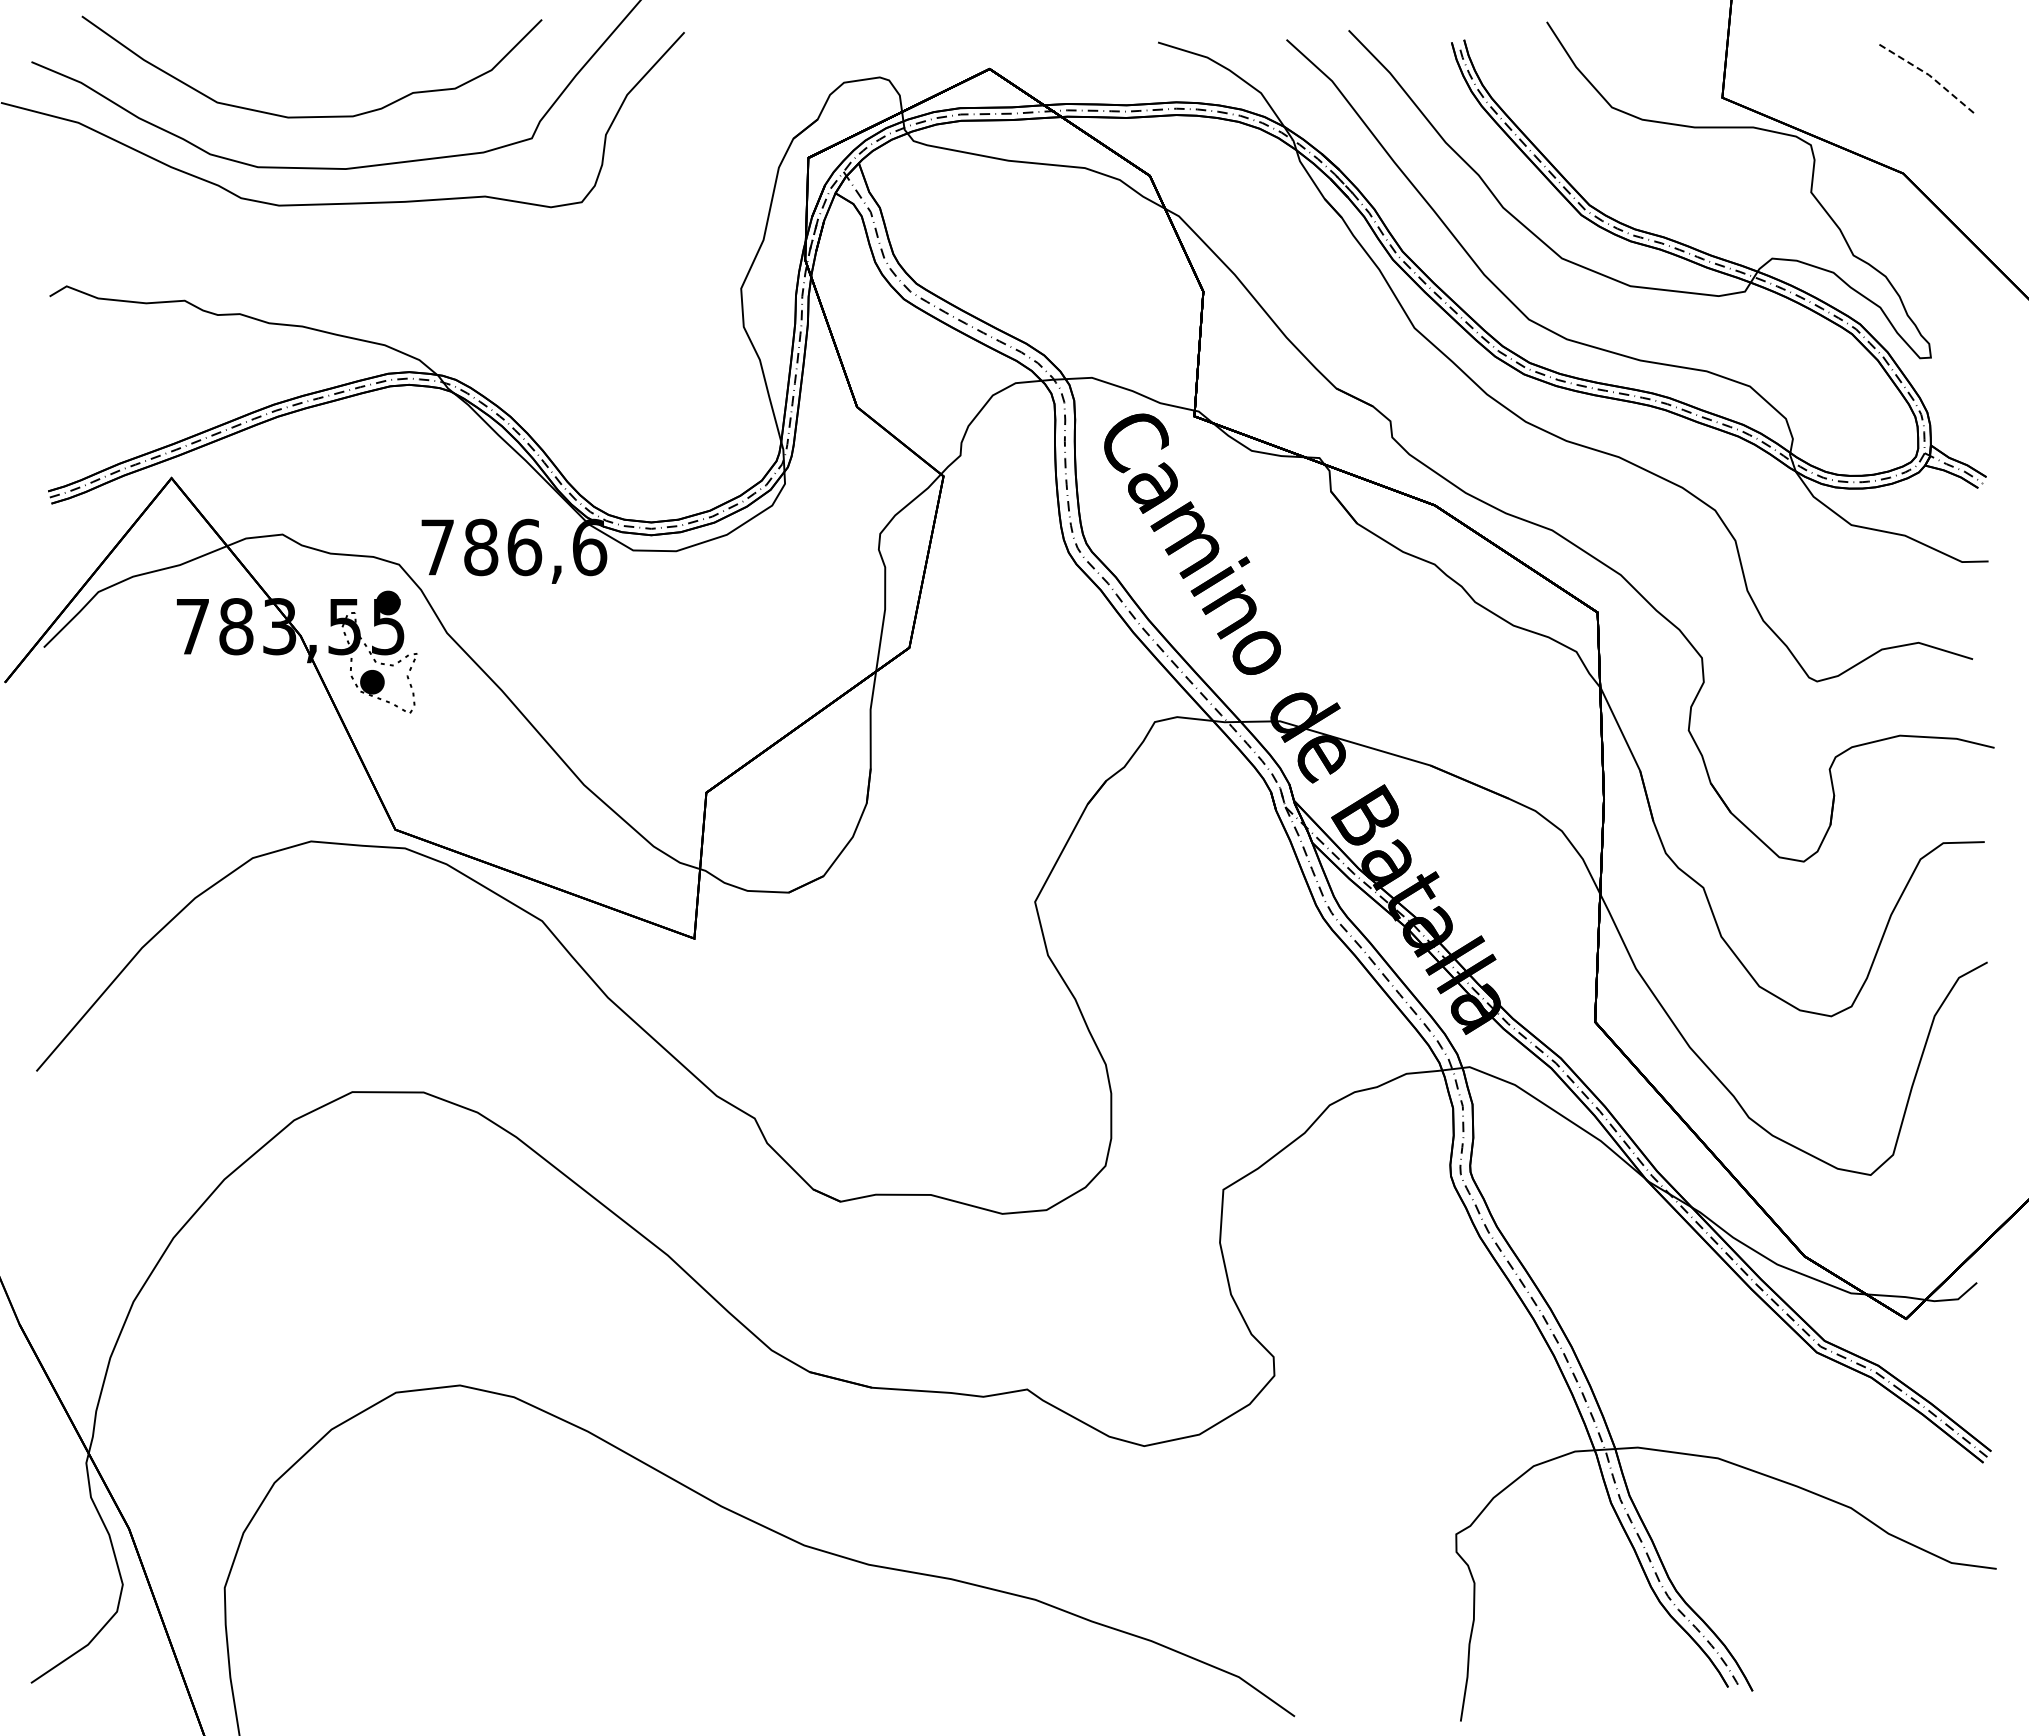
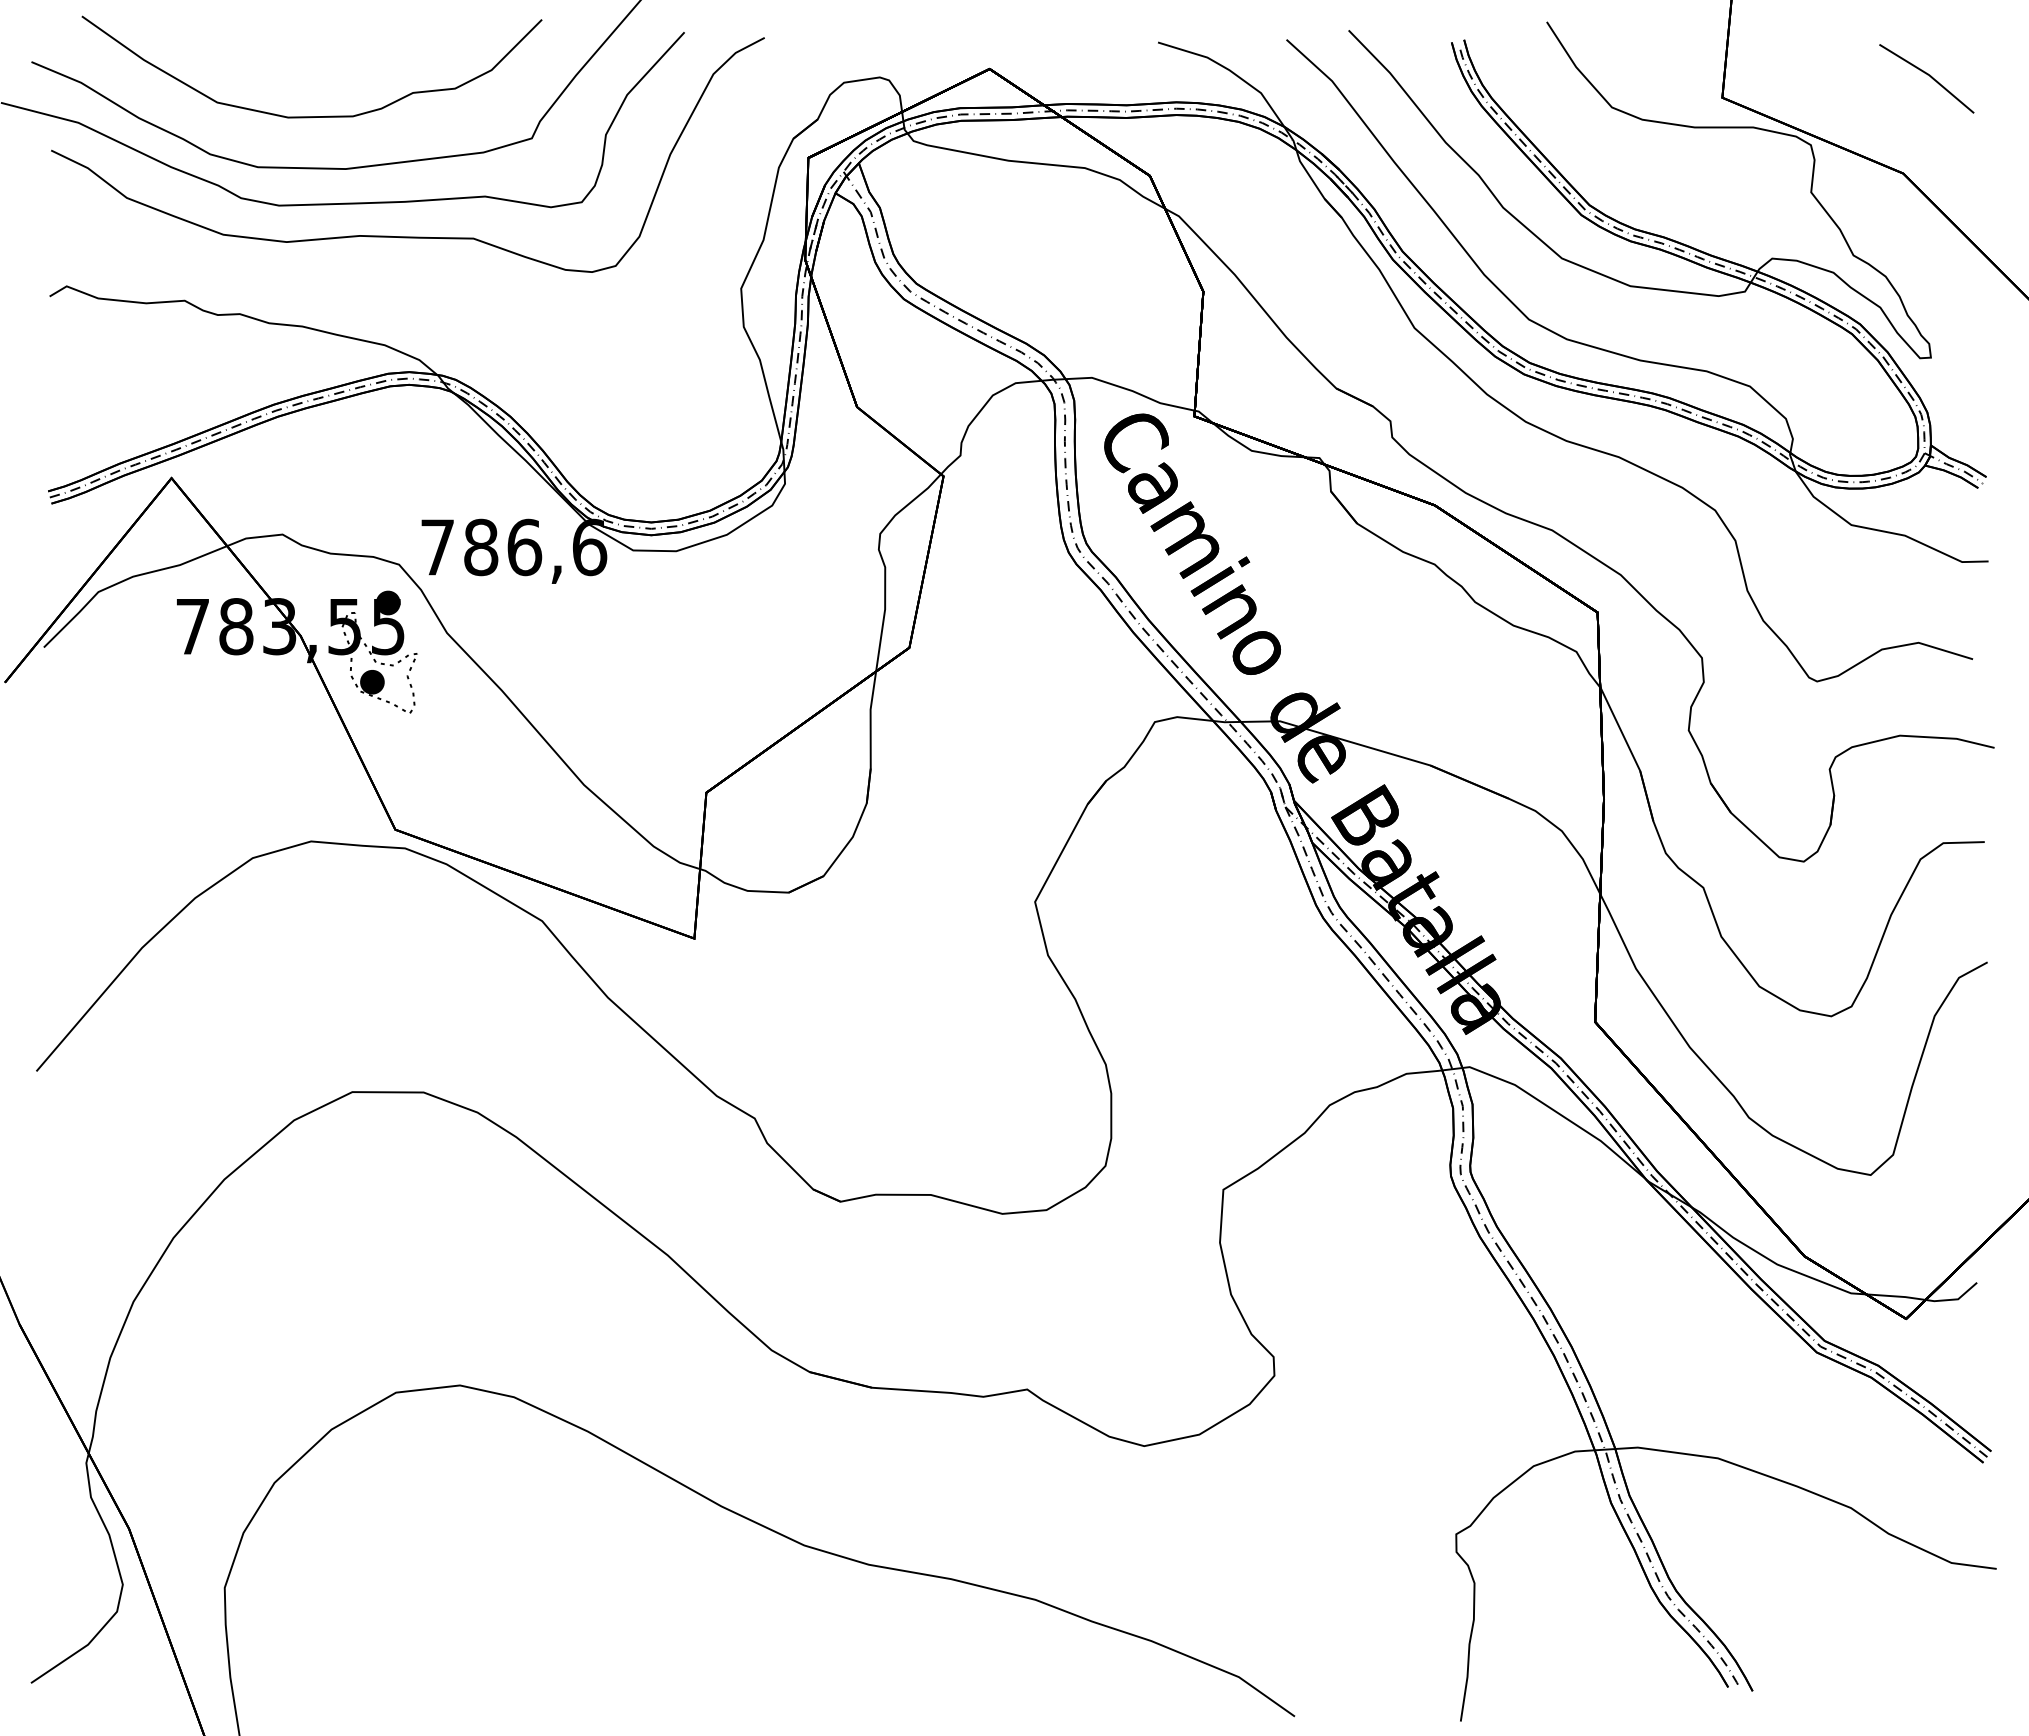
line at (1929, 75): dashed -> solid
curve at (407, 236): none -> present
